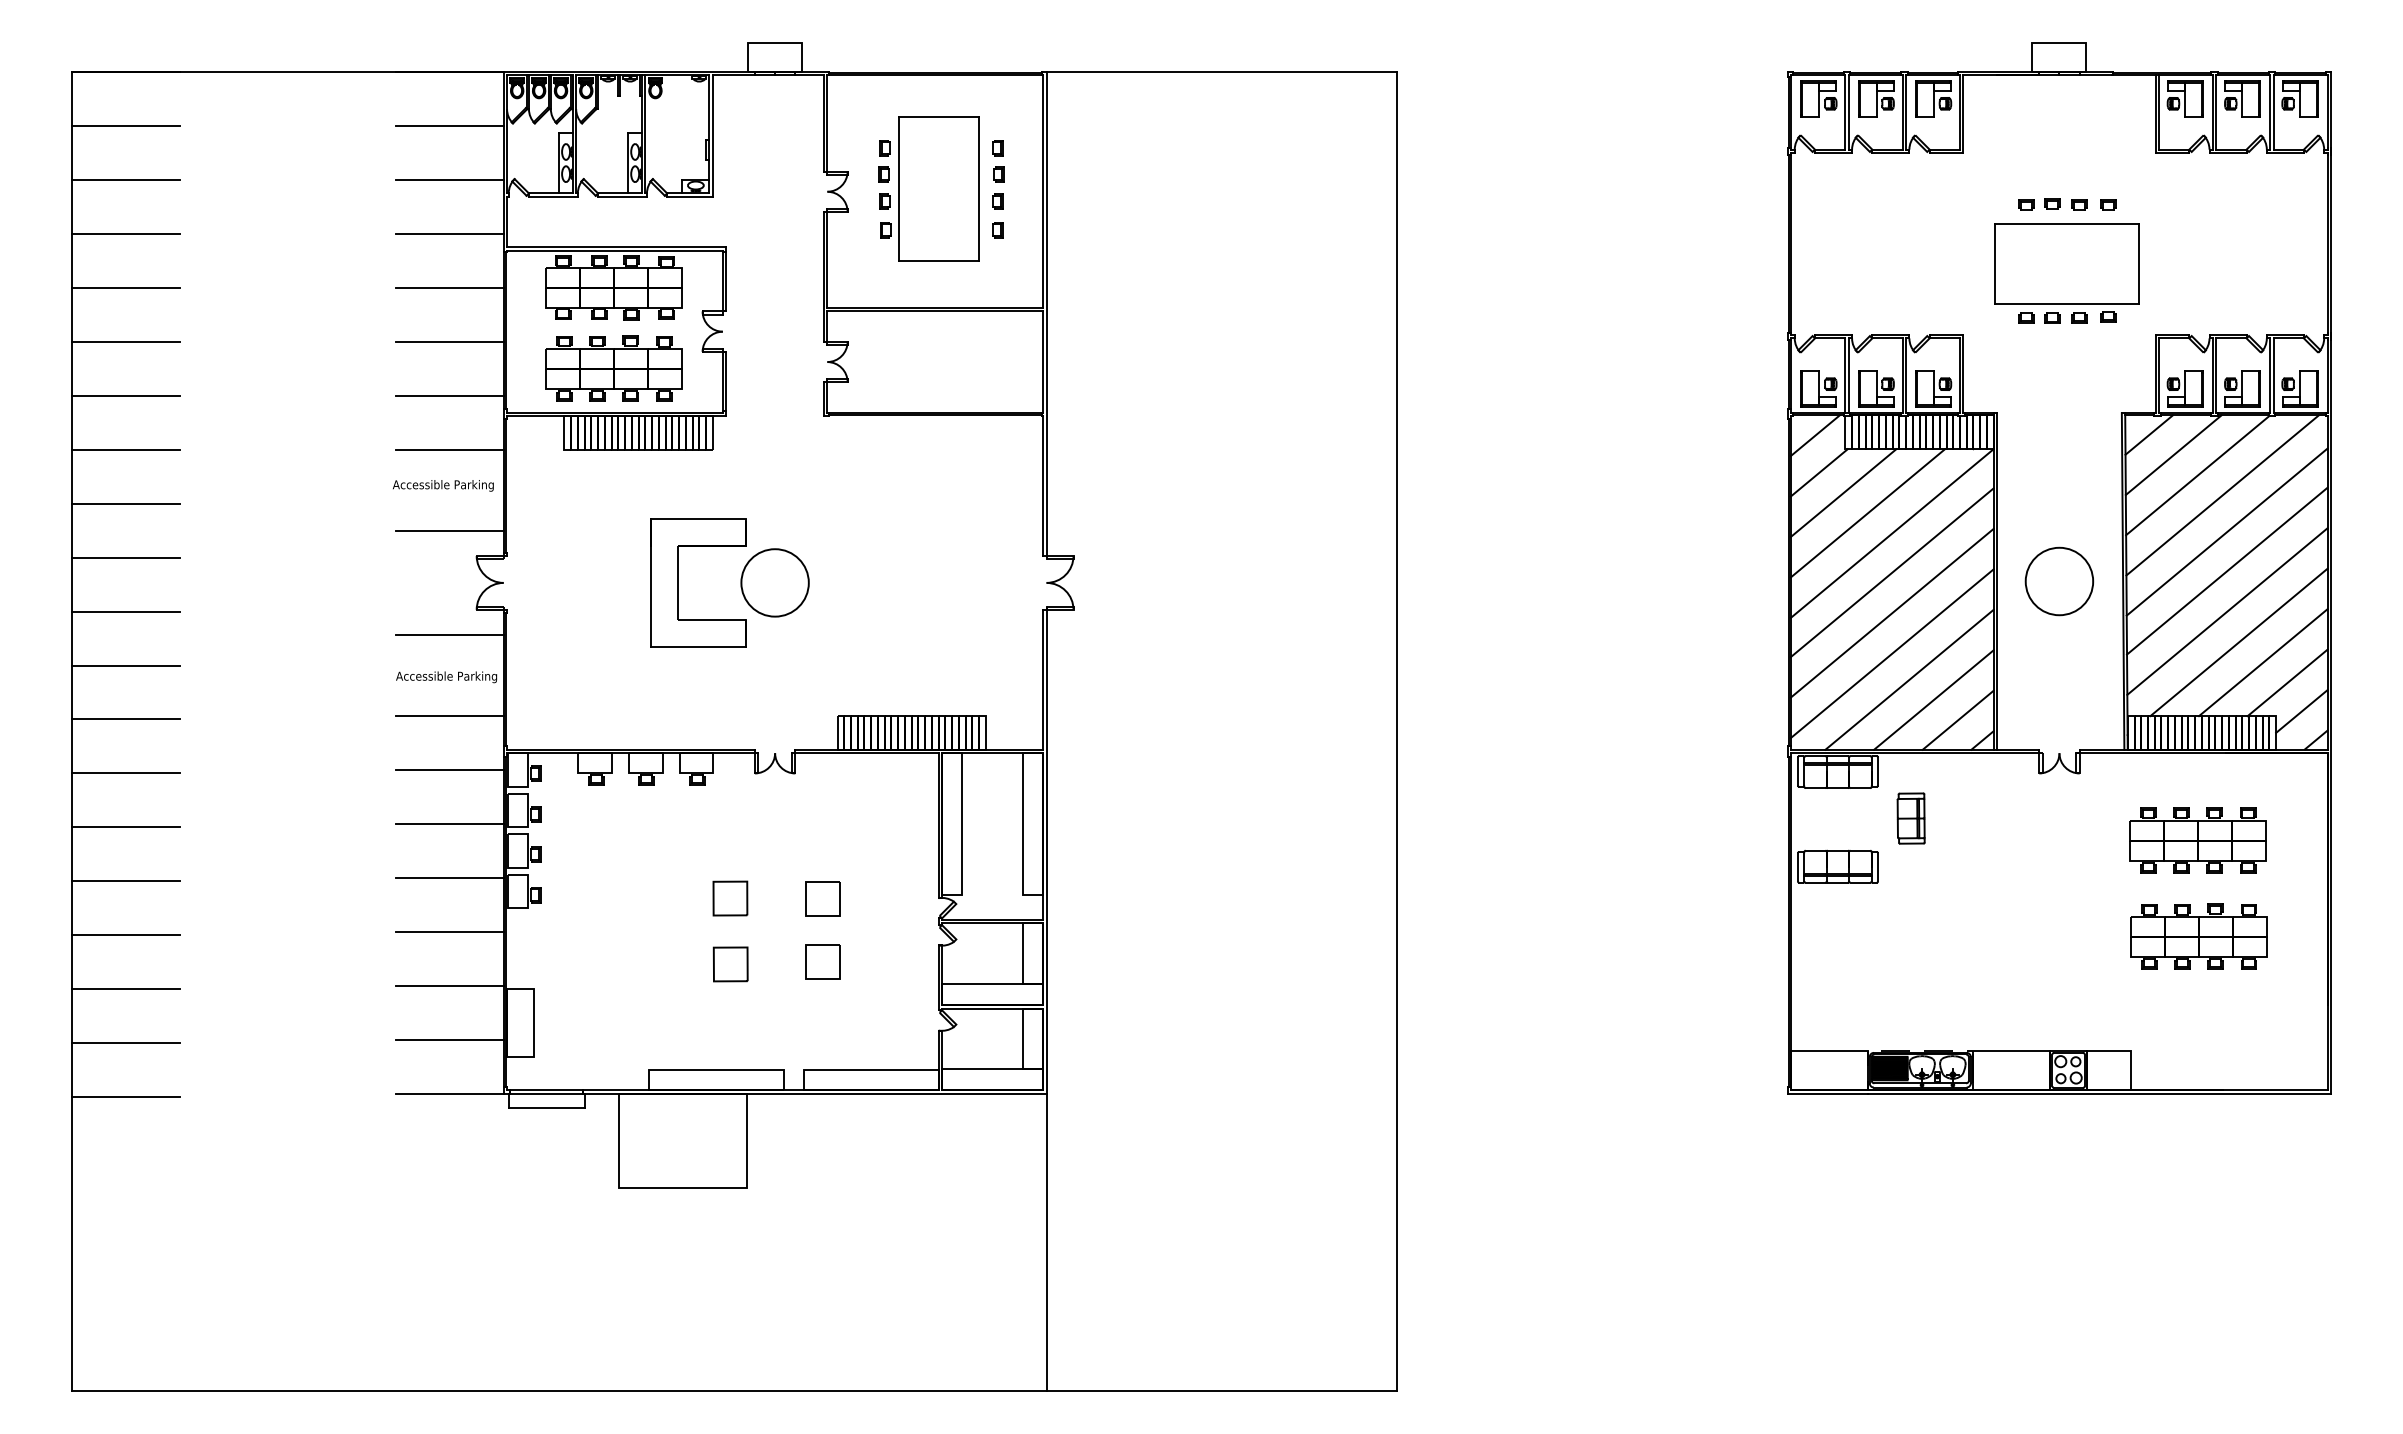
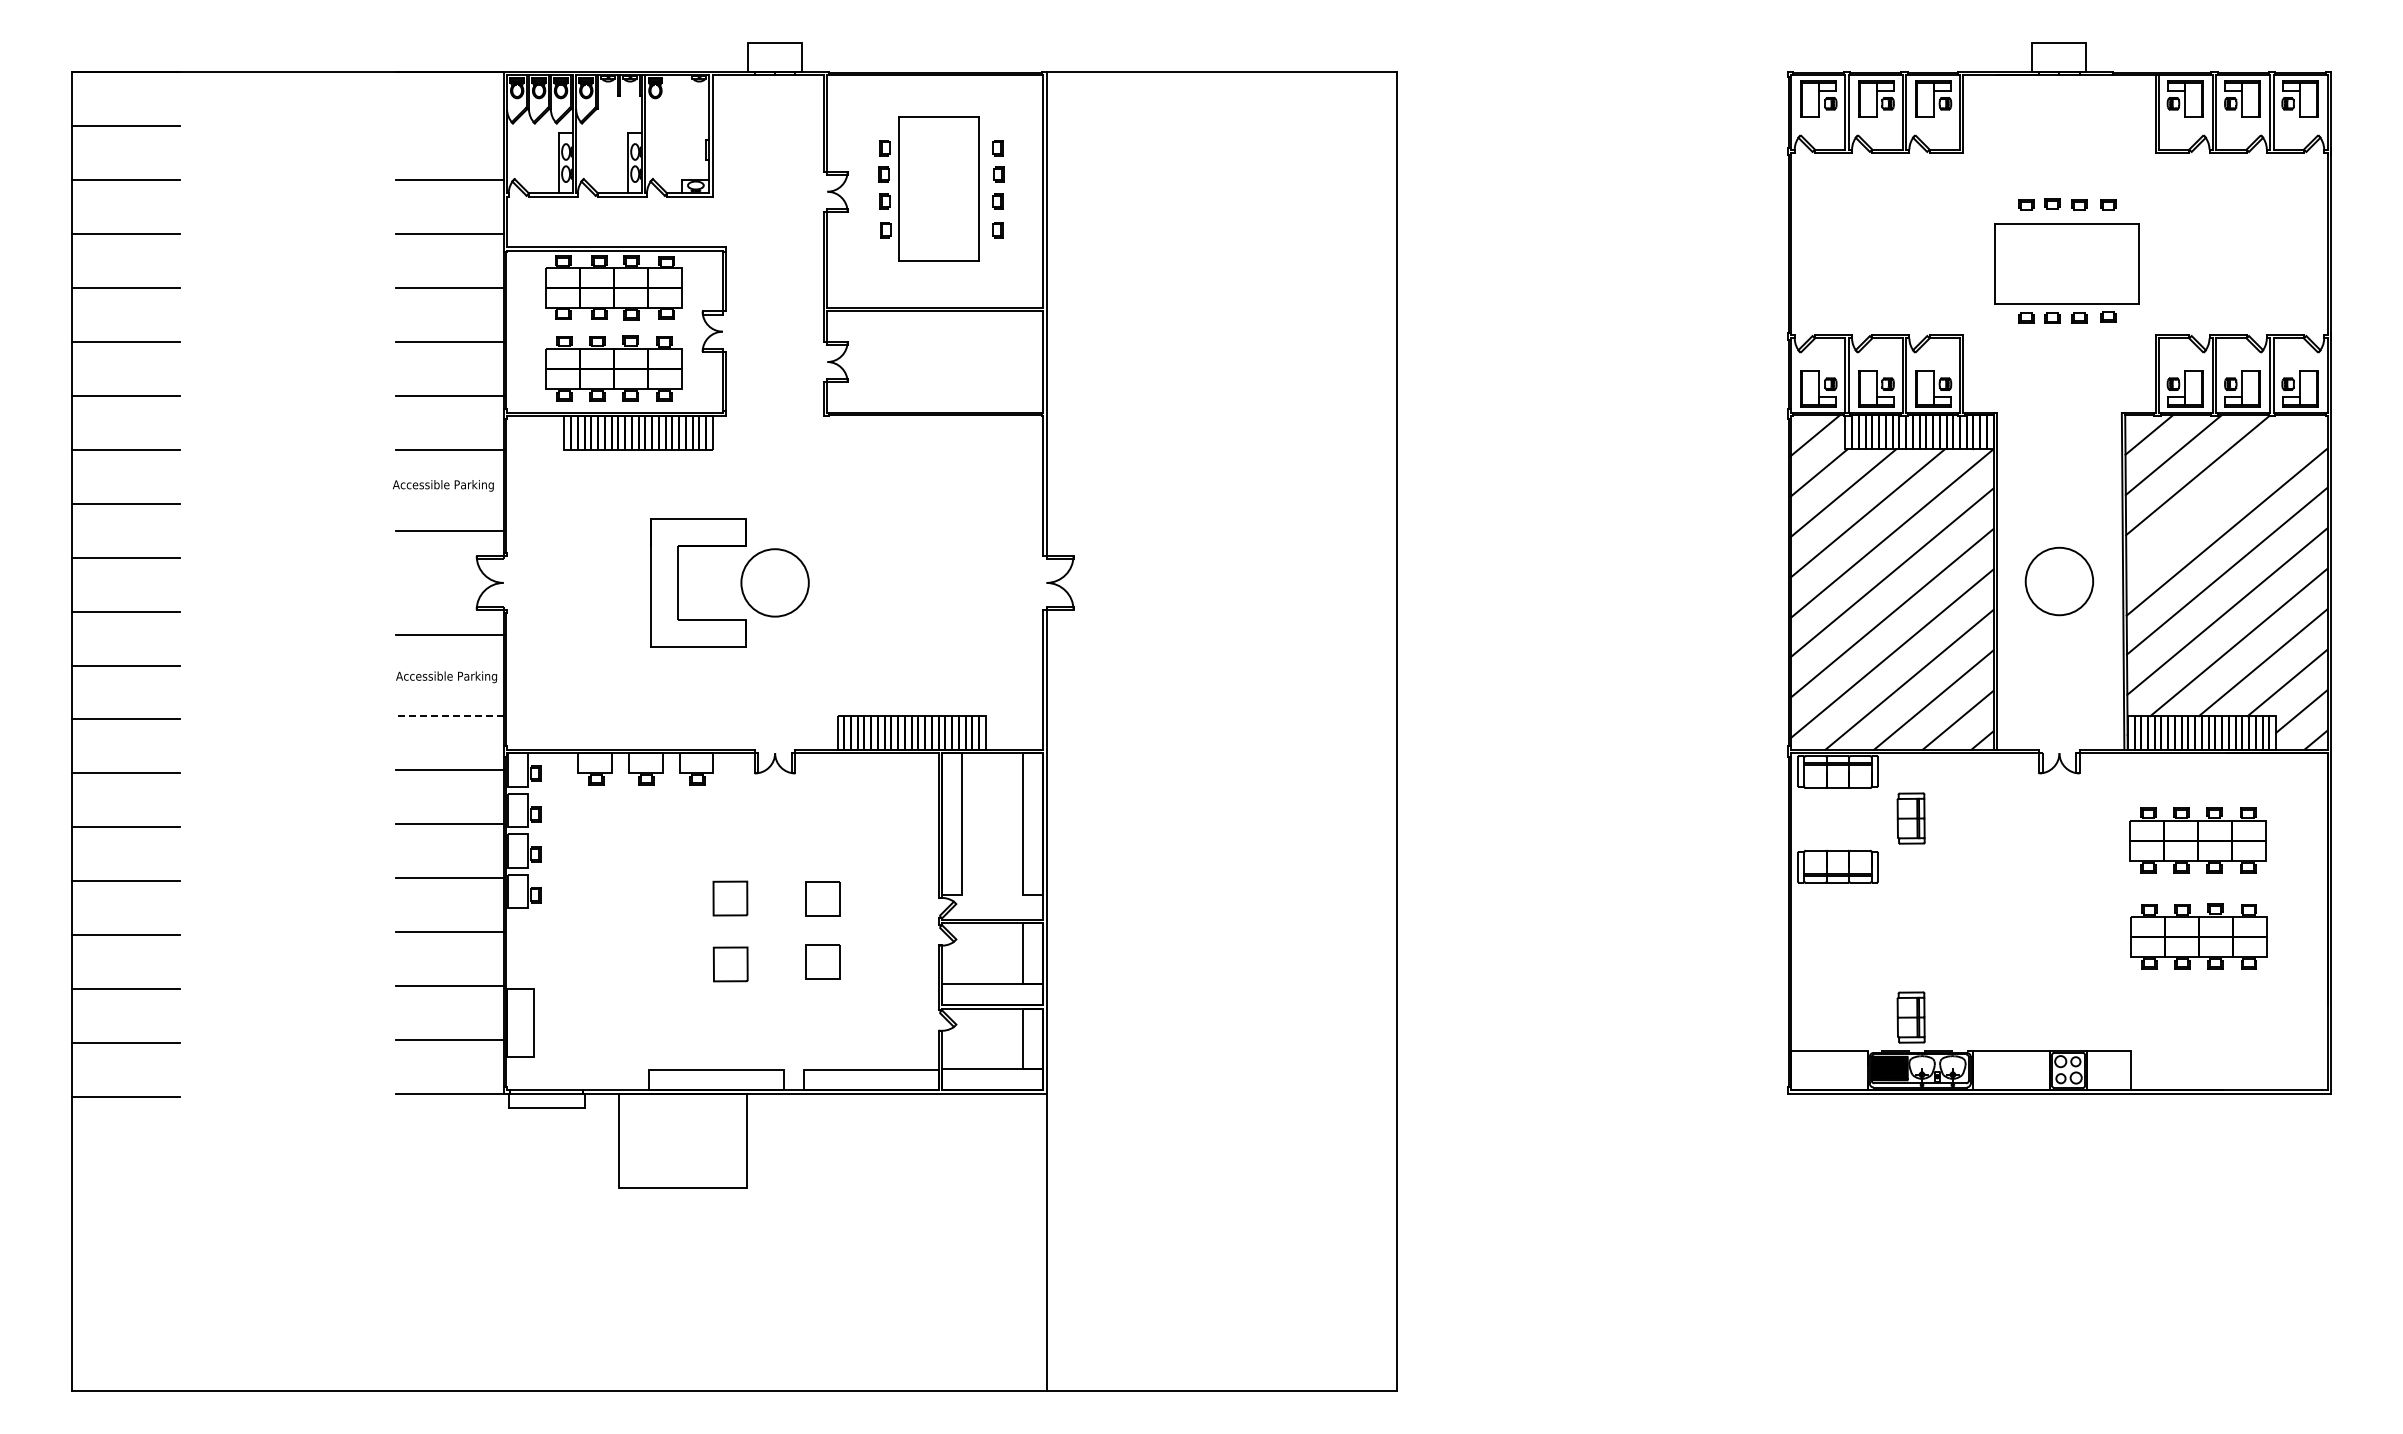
line at (449, 126): present -> none
line at (2222, 495): present -> none
line at (449, 716): solid -> dashed
part at (1910, 1017): none -> present
